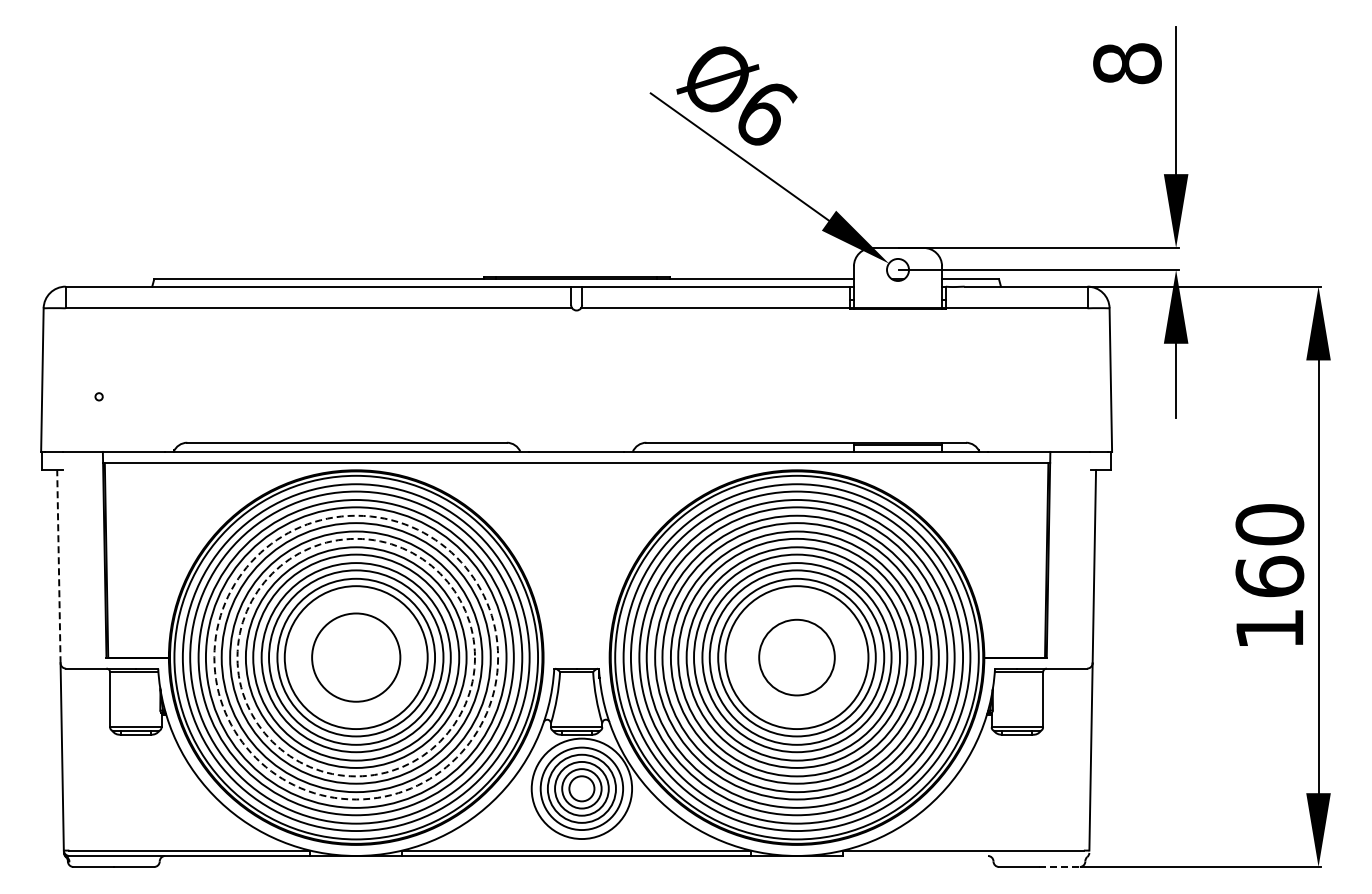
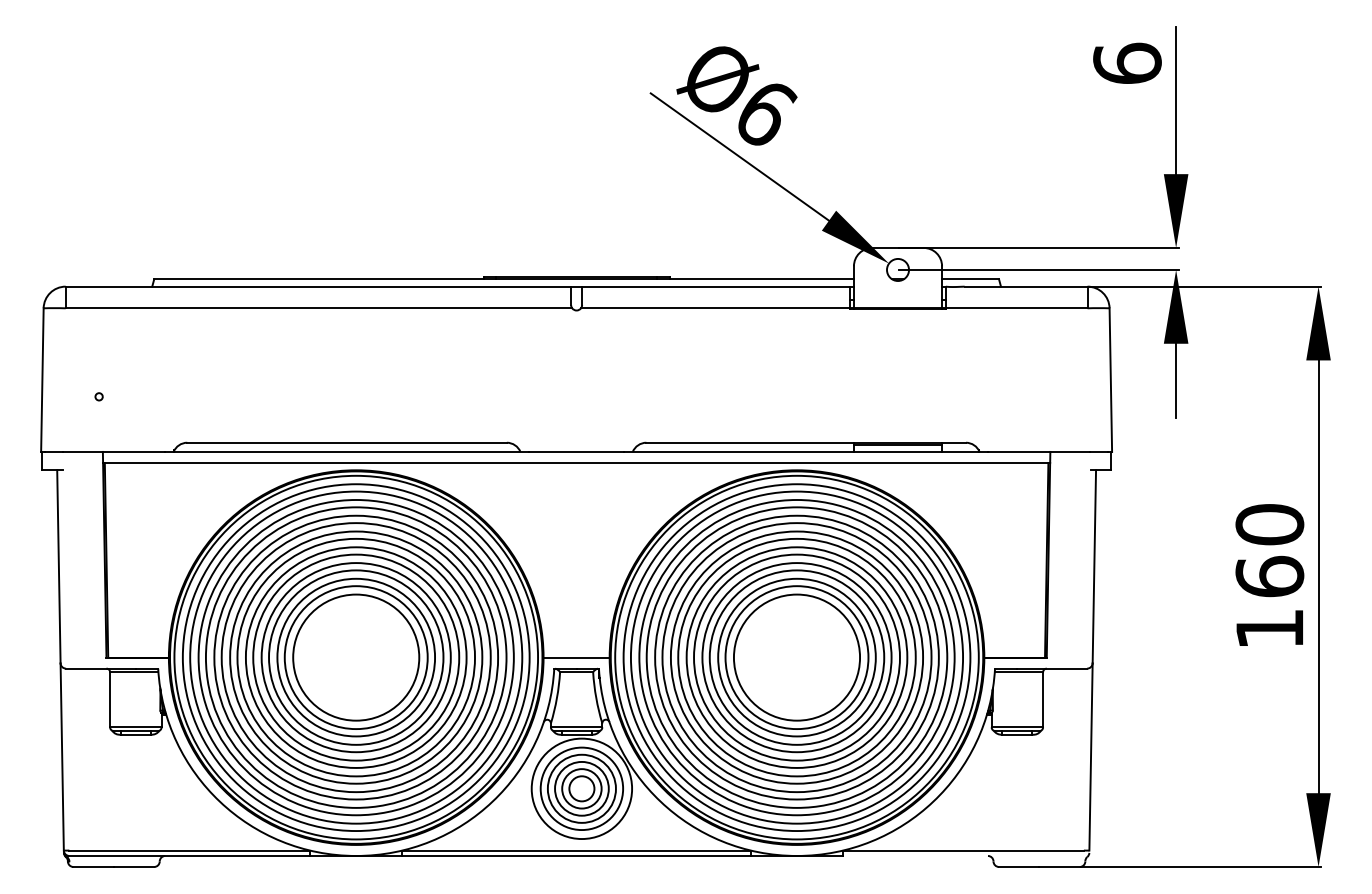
text at (1127, 63): 8 -> 6
line at (58, 566): dashed -> solid
circle at (356, 657) diameter: 88 px -> 126 px
circle at (356, 657): dashed -> solid
circle at (356, 657): dashed -> solid
line at (576, 657): none -> present
circle at (796, 657) diameter: 76 px -> 126 px
line at (1060, 866): dashed -> solid
